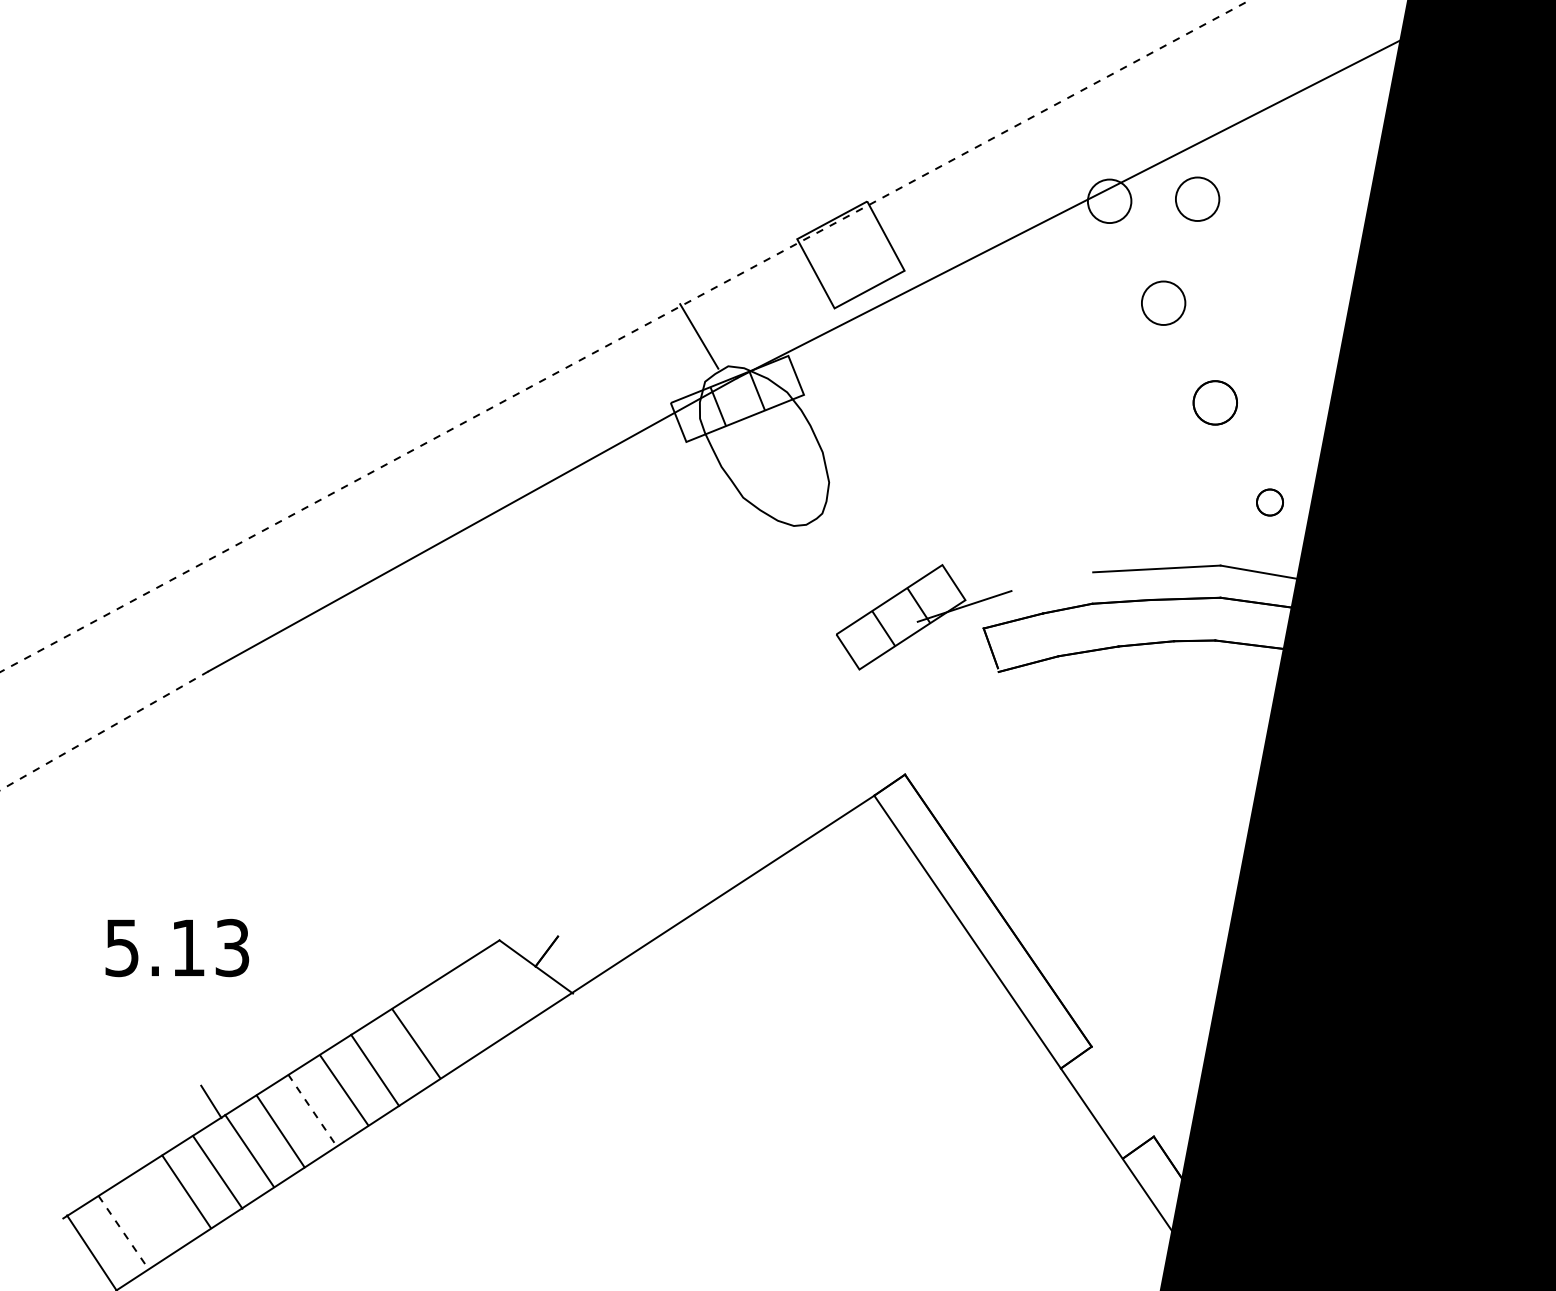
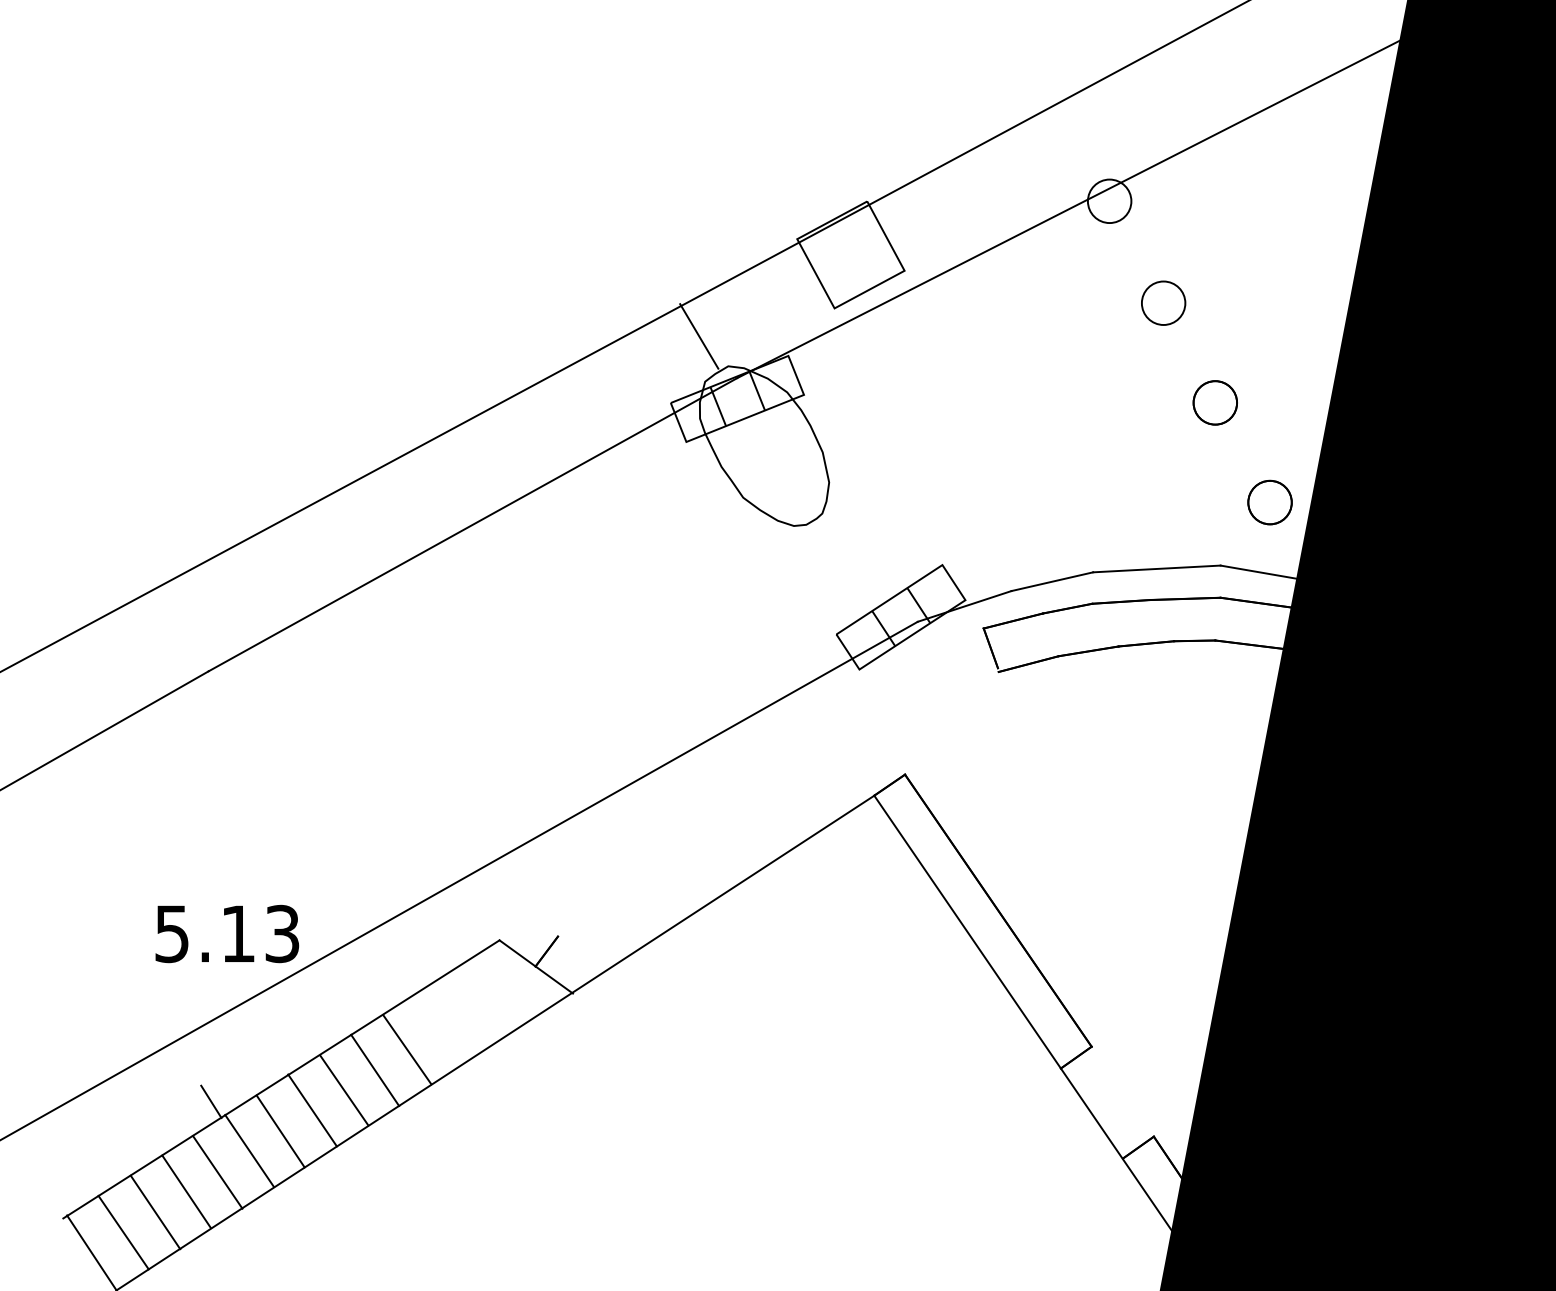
circle at (1197, 198): present -> none
line at (624, 336): dashed -> solid
part at (1269, 502) size: 28x29 px -> 46x47 px
line at (1052, 581): none -> present
line at (104, 730): dashed -> solid
line at (459, 880): none -> present
text at (177, 947) position: (177, 947) -> (227, 933)
line at (416, 1043) position: (416, 1043) -> (407, 1049)
line at (312, 1110): dashed -> solid
line at (155, 1212): none -> present
line at (123, 1233): dashed -> solid
